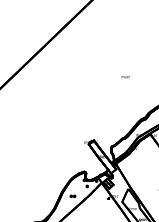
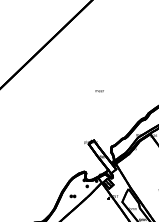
text at (125, 77) position: (125, 77) -> (99, 91)
